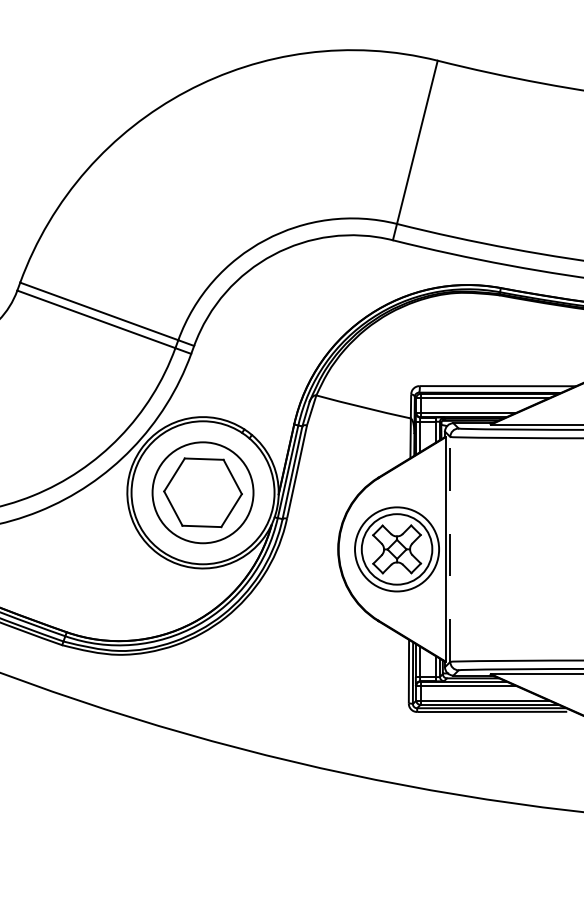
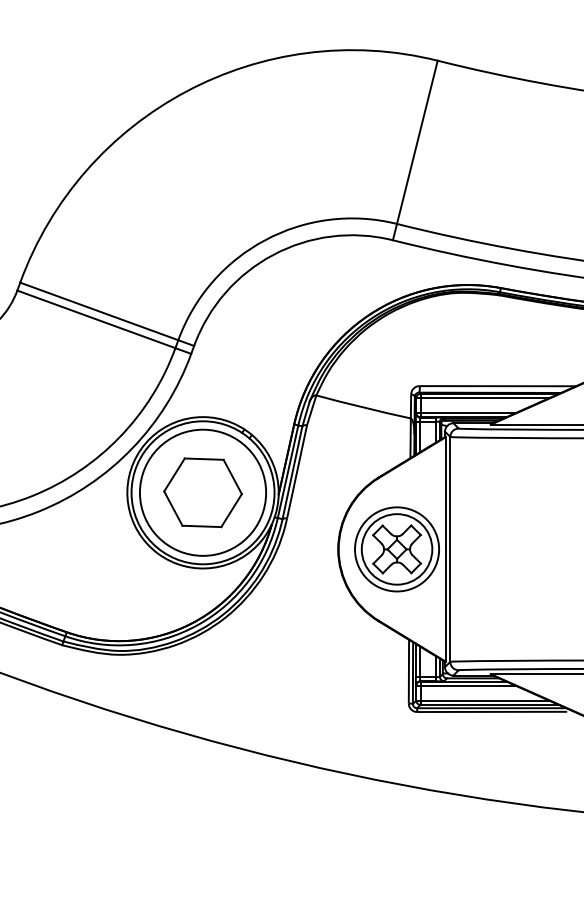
circle at (202, 492) diameter: 101 px -> 126 px
line at (450, 548): dashed -> solid
